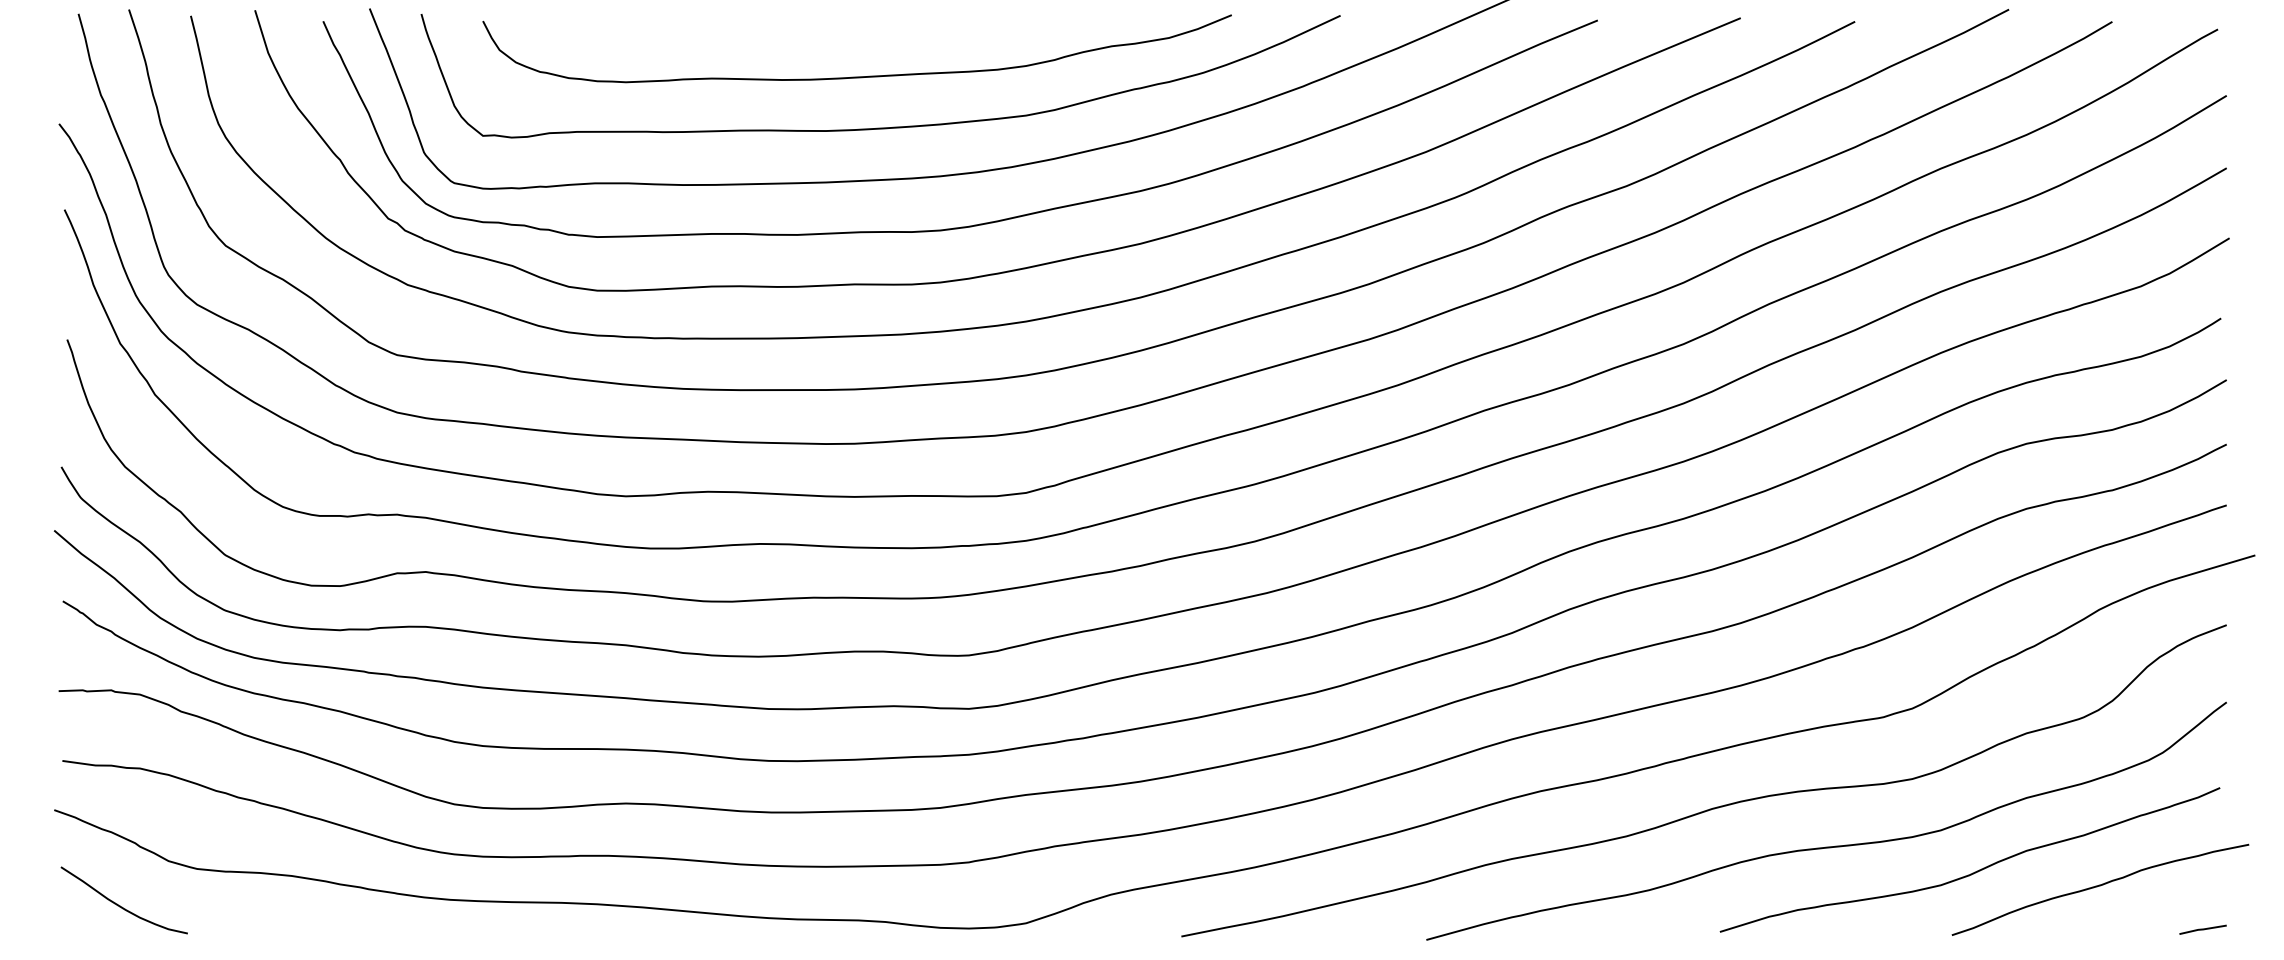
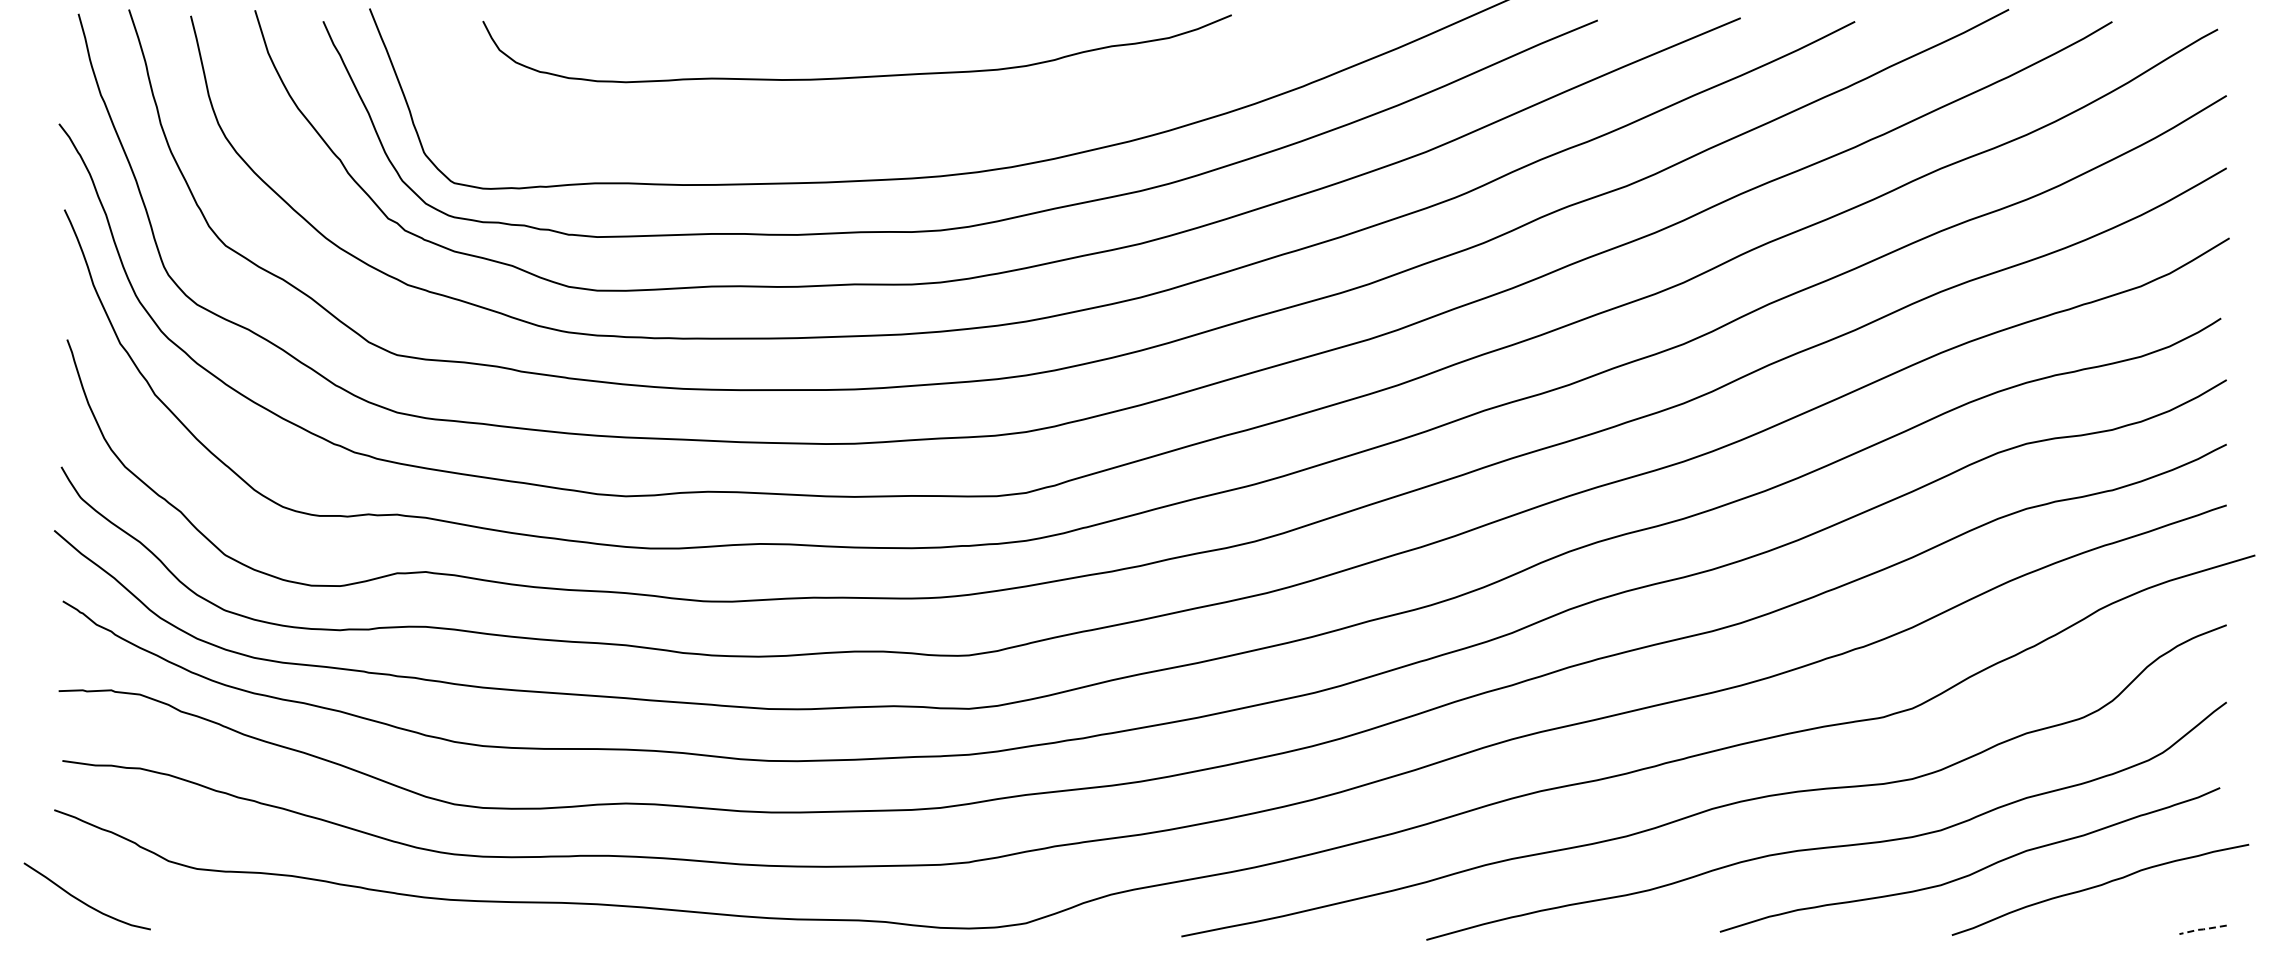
curve at (880, 127): present -> none
curve at (120, 905) position: (120, 905) -> (83, 901)
line at (2202, 929): solid -> dashed
